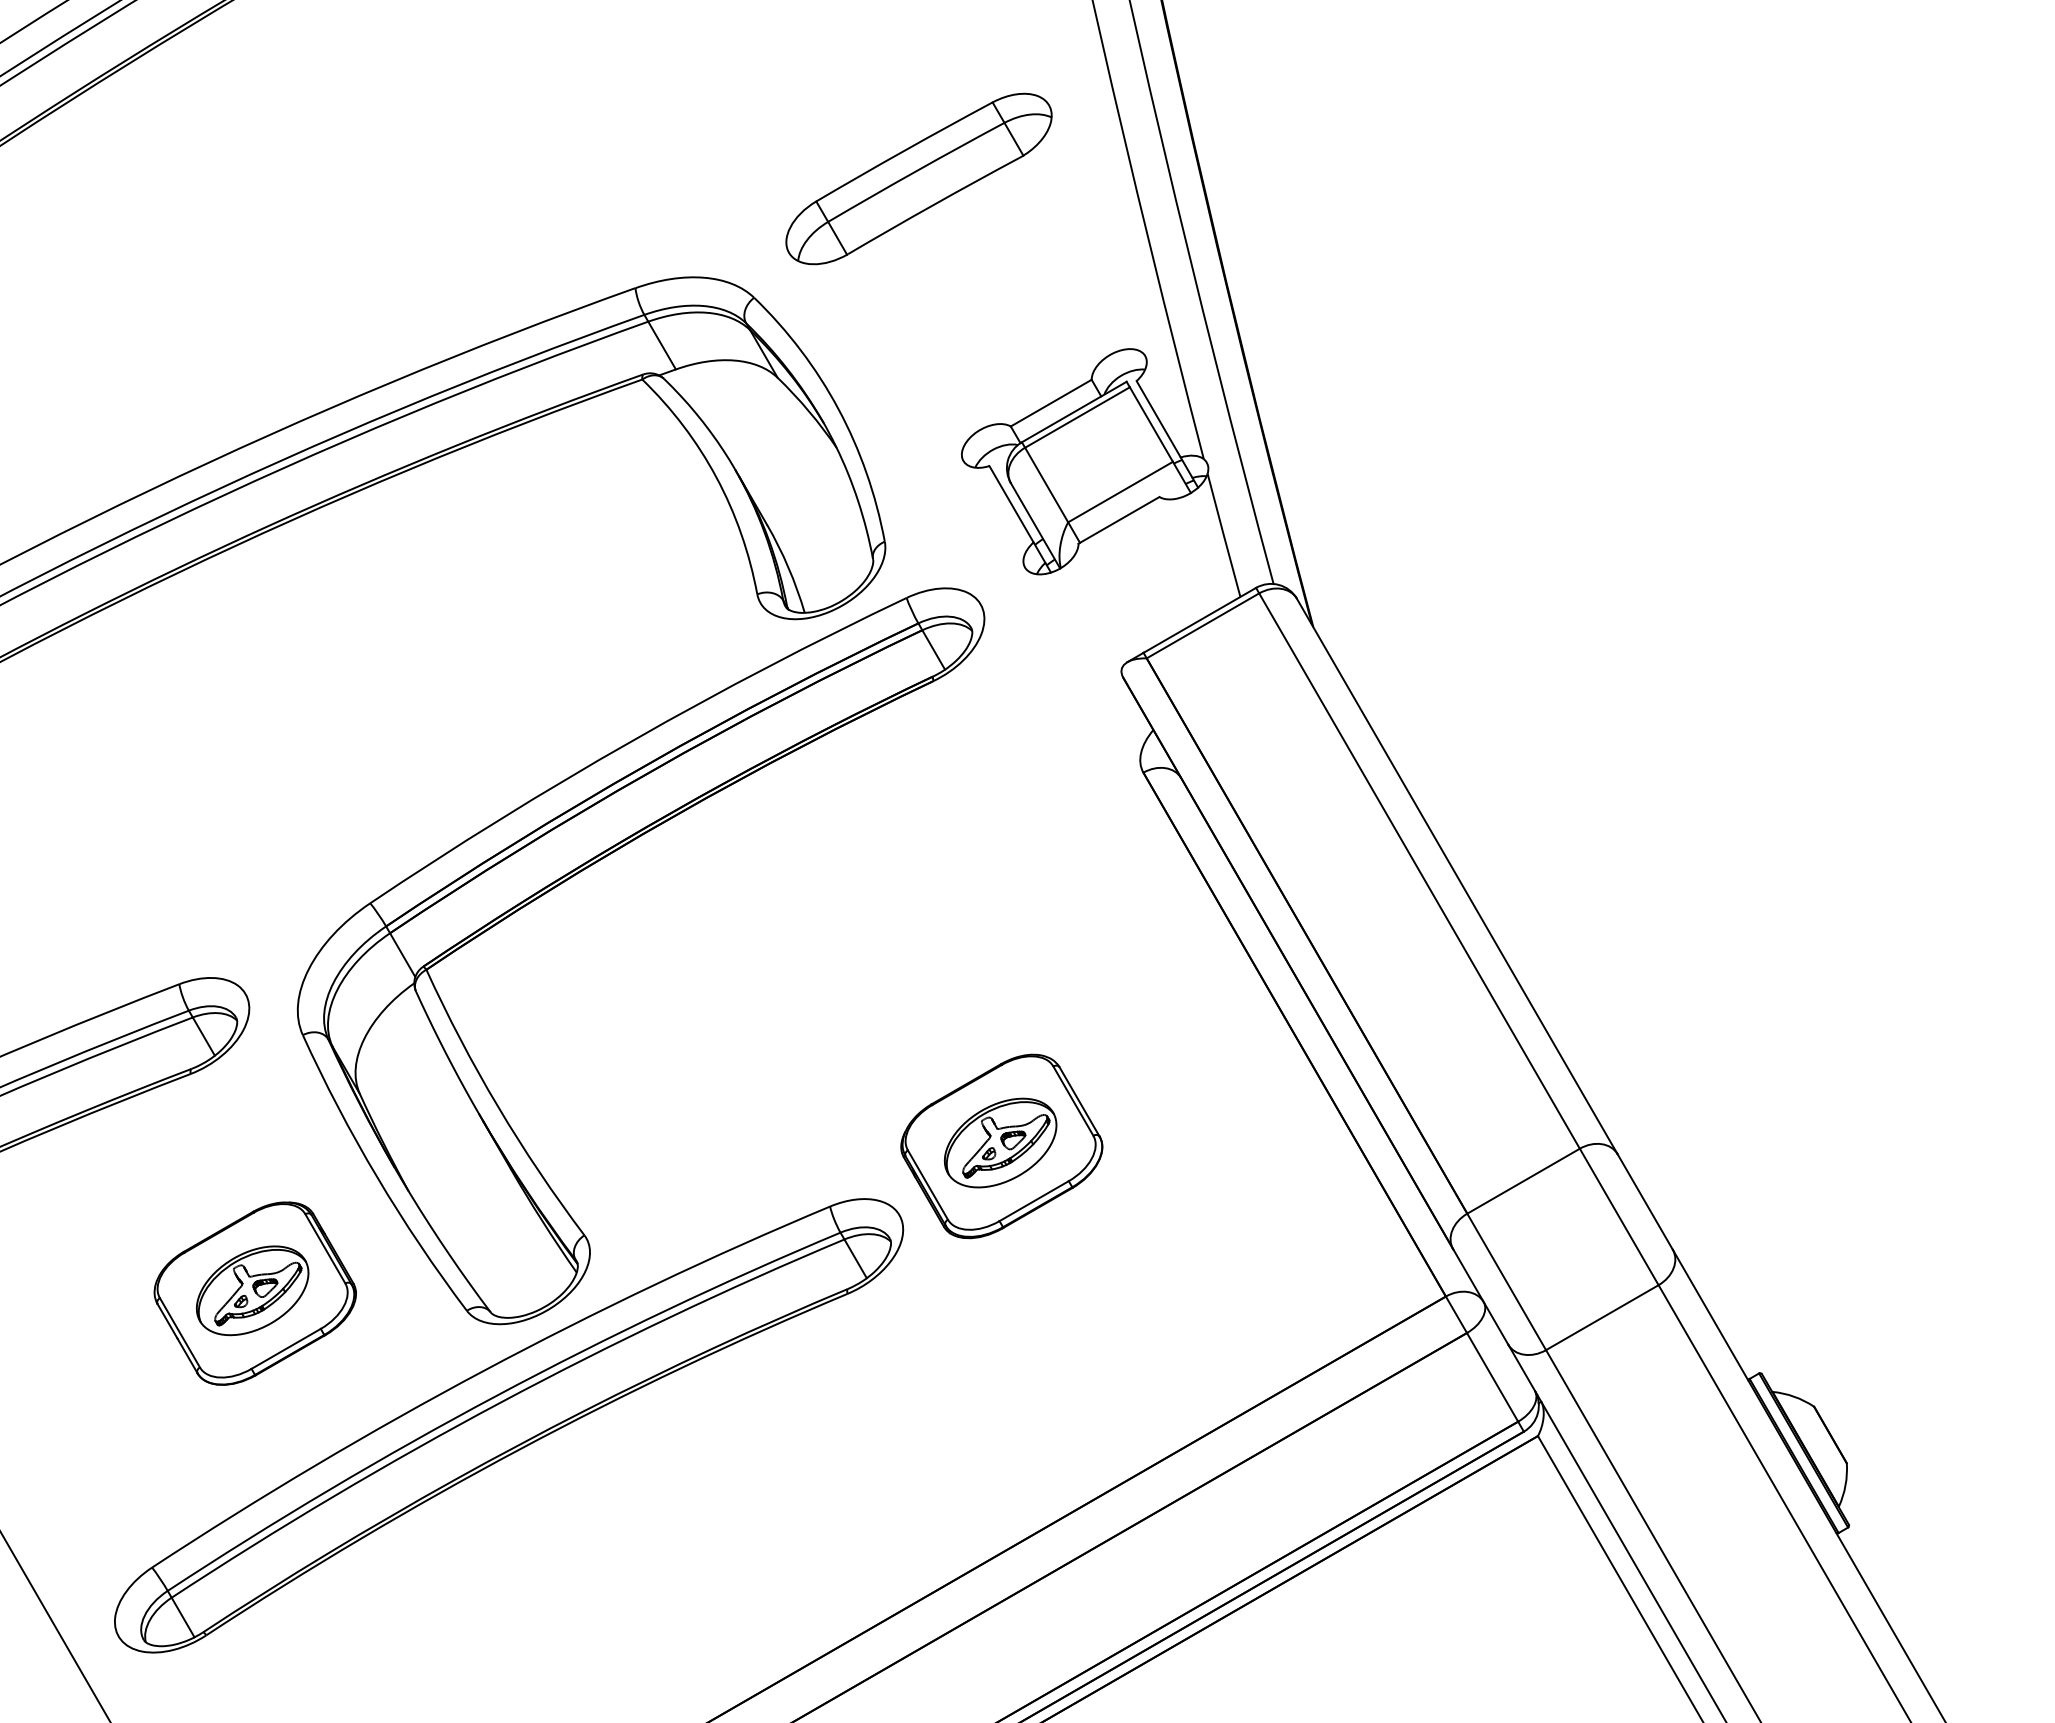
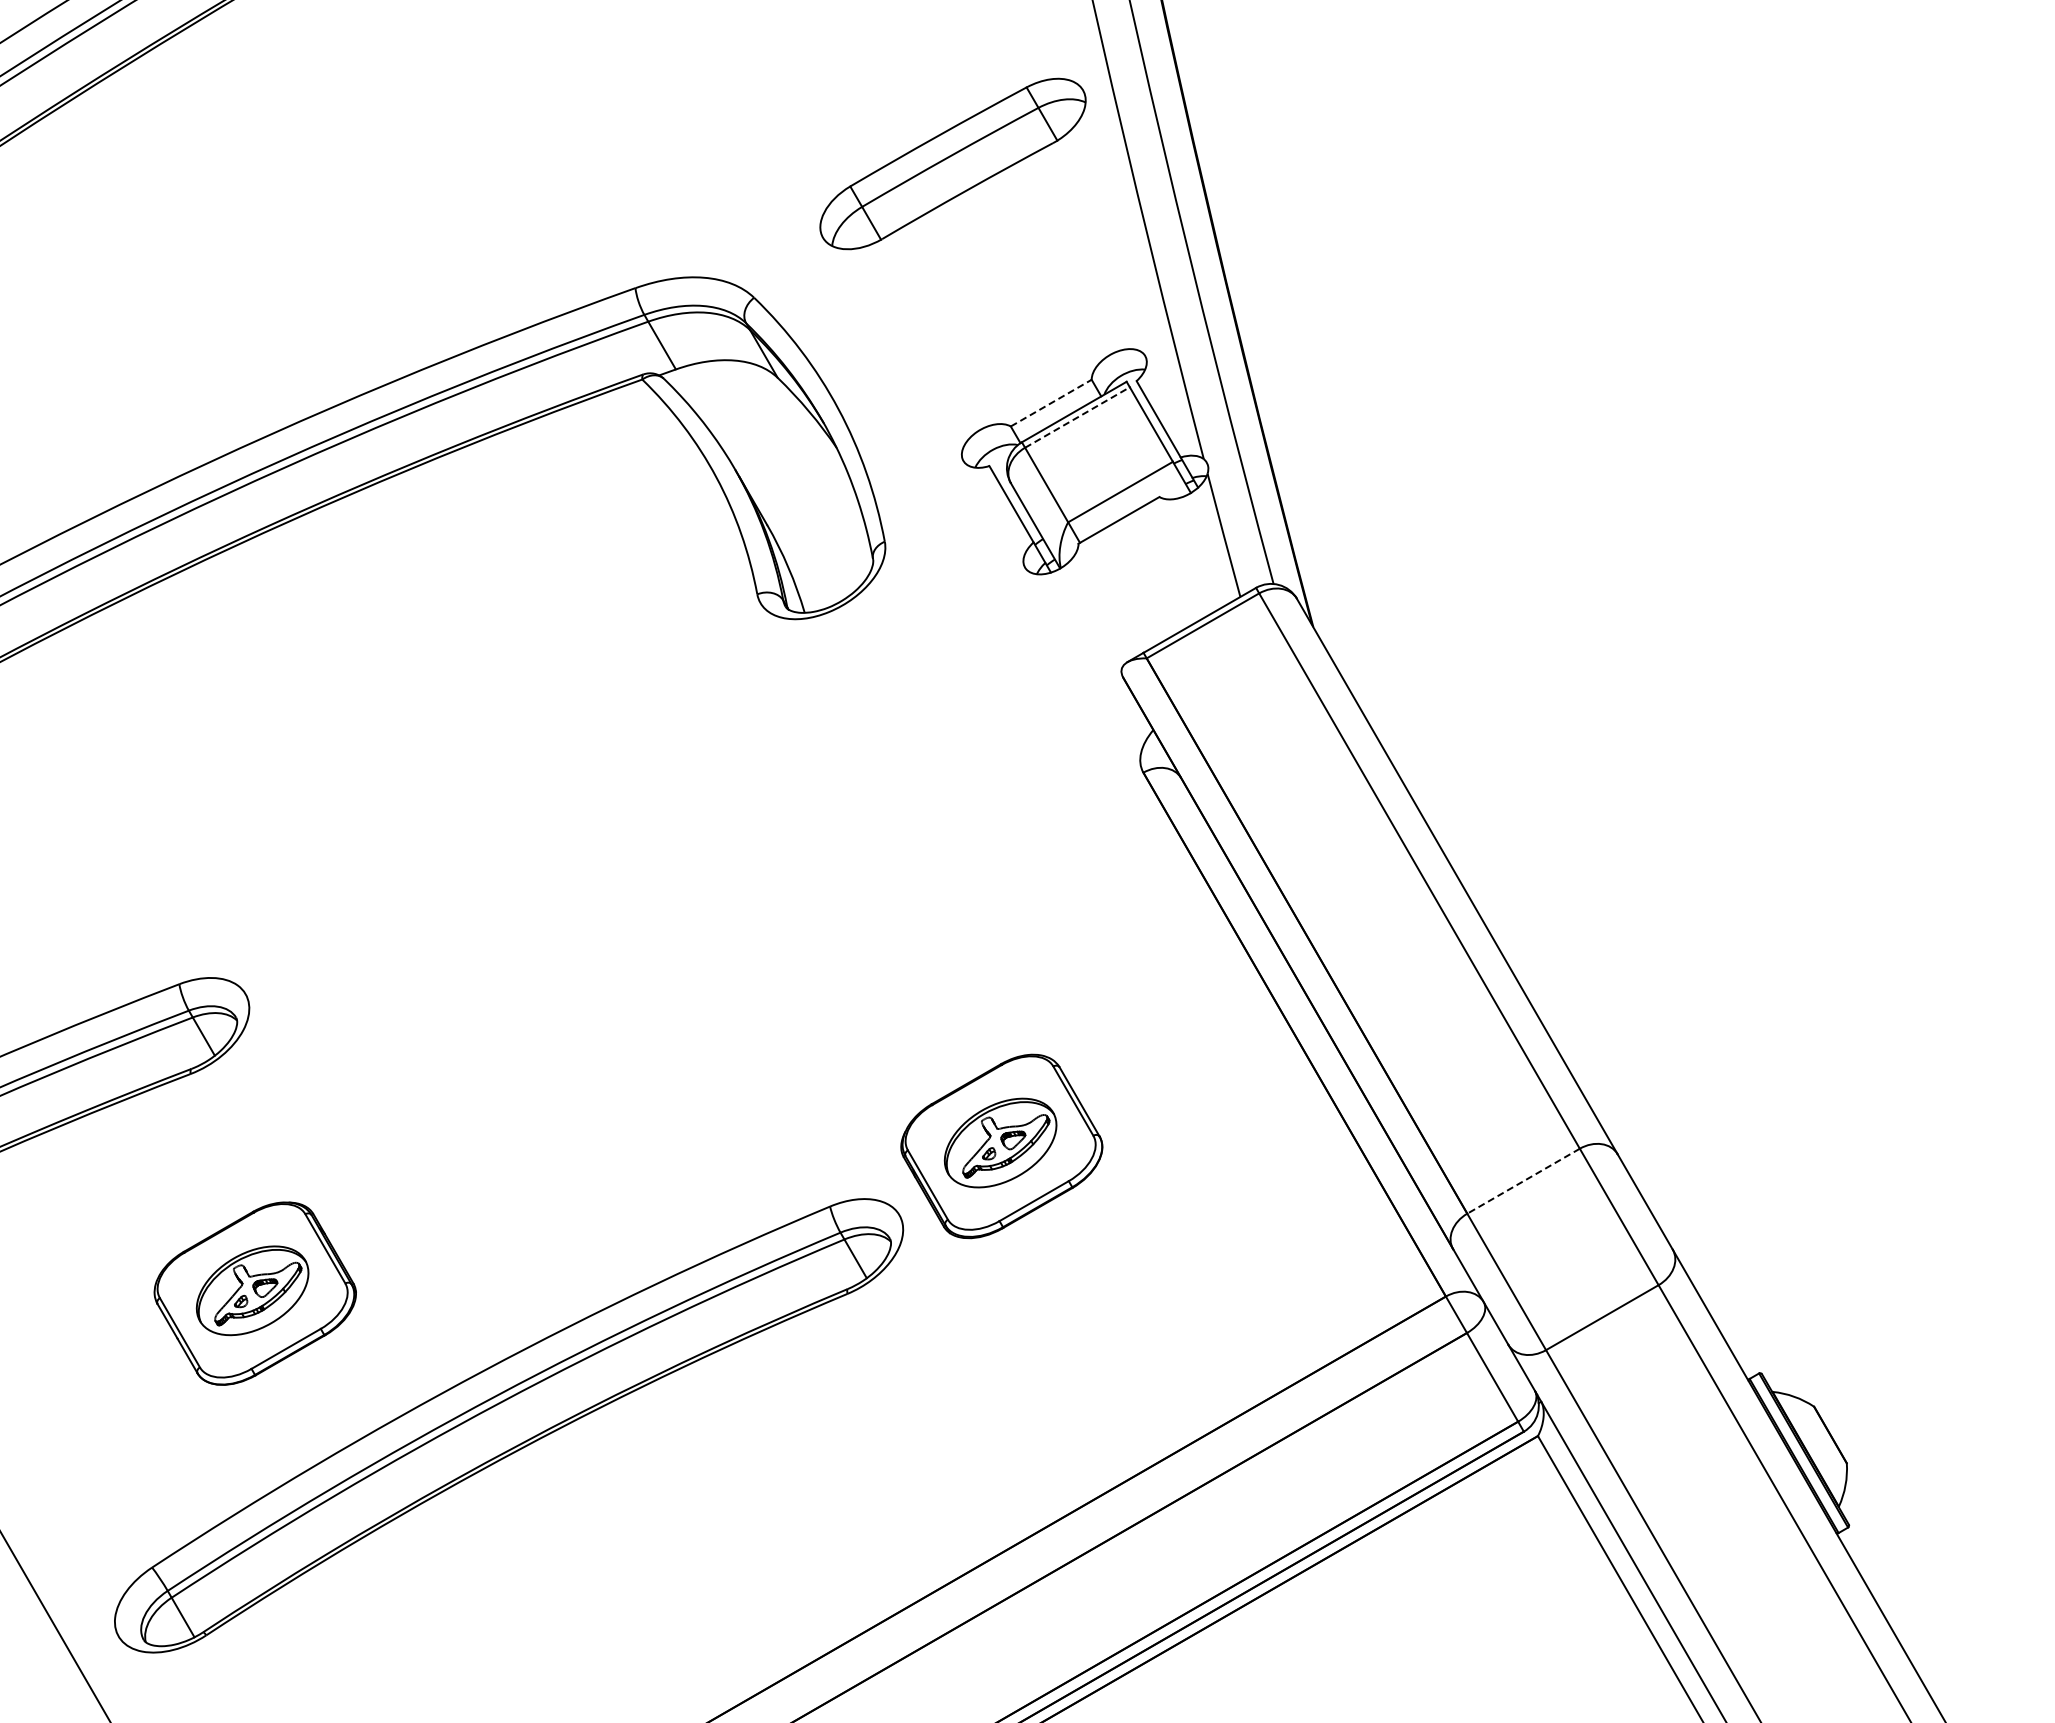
part at (918, 178) position: (918, 178) -> (952, 163)
line at (1051, 403): solid -> dashed
line at (1077, 417): solid -> dashed
part at (589, 867): present -> none
line at (1523, 1181): solid -> dashed
